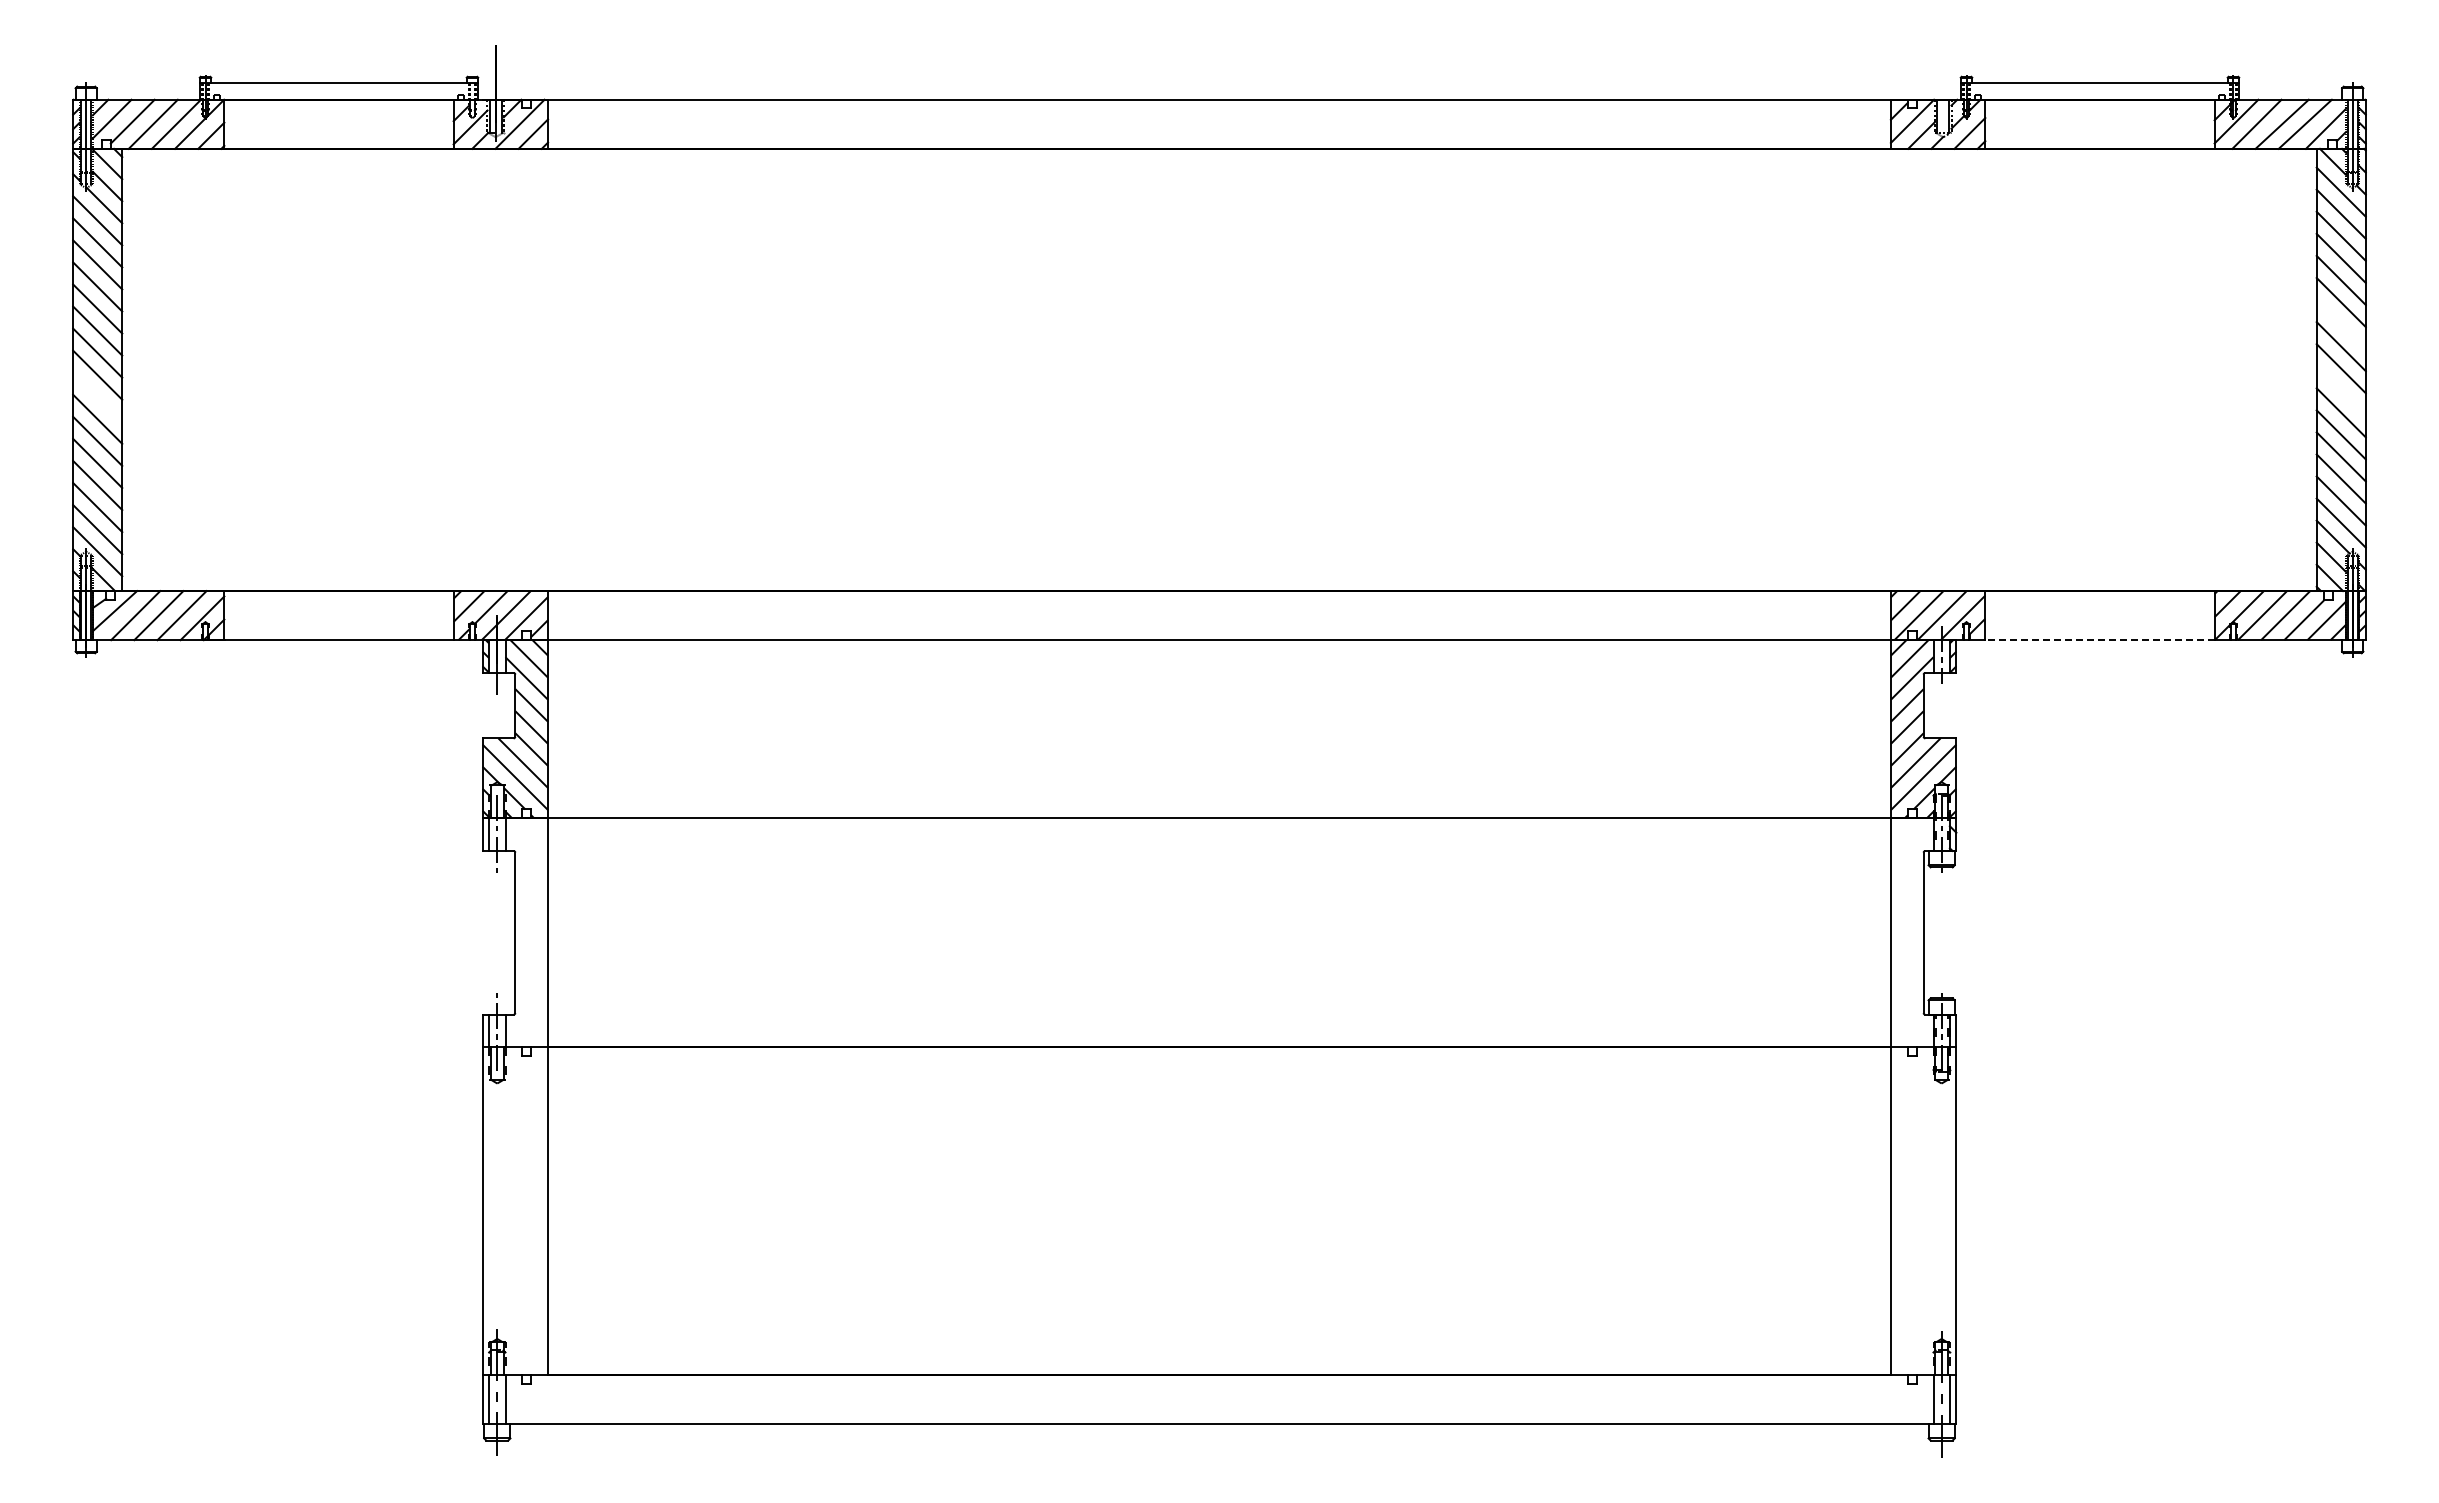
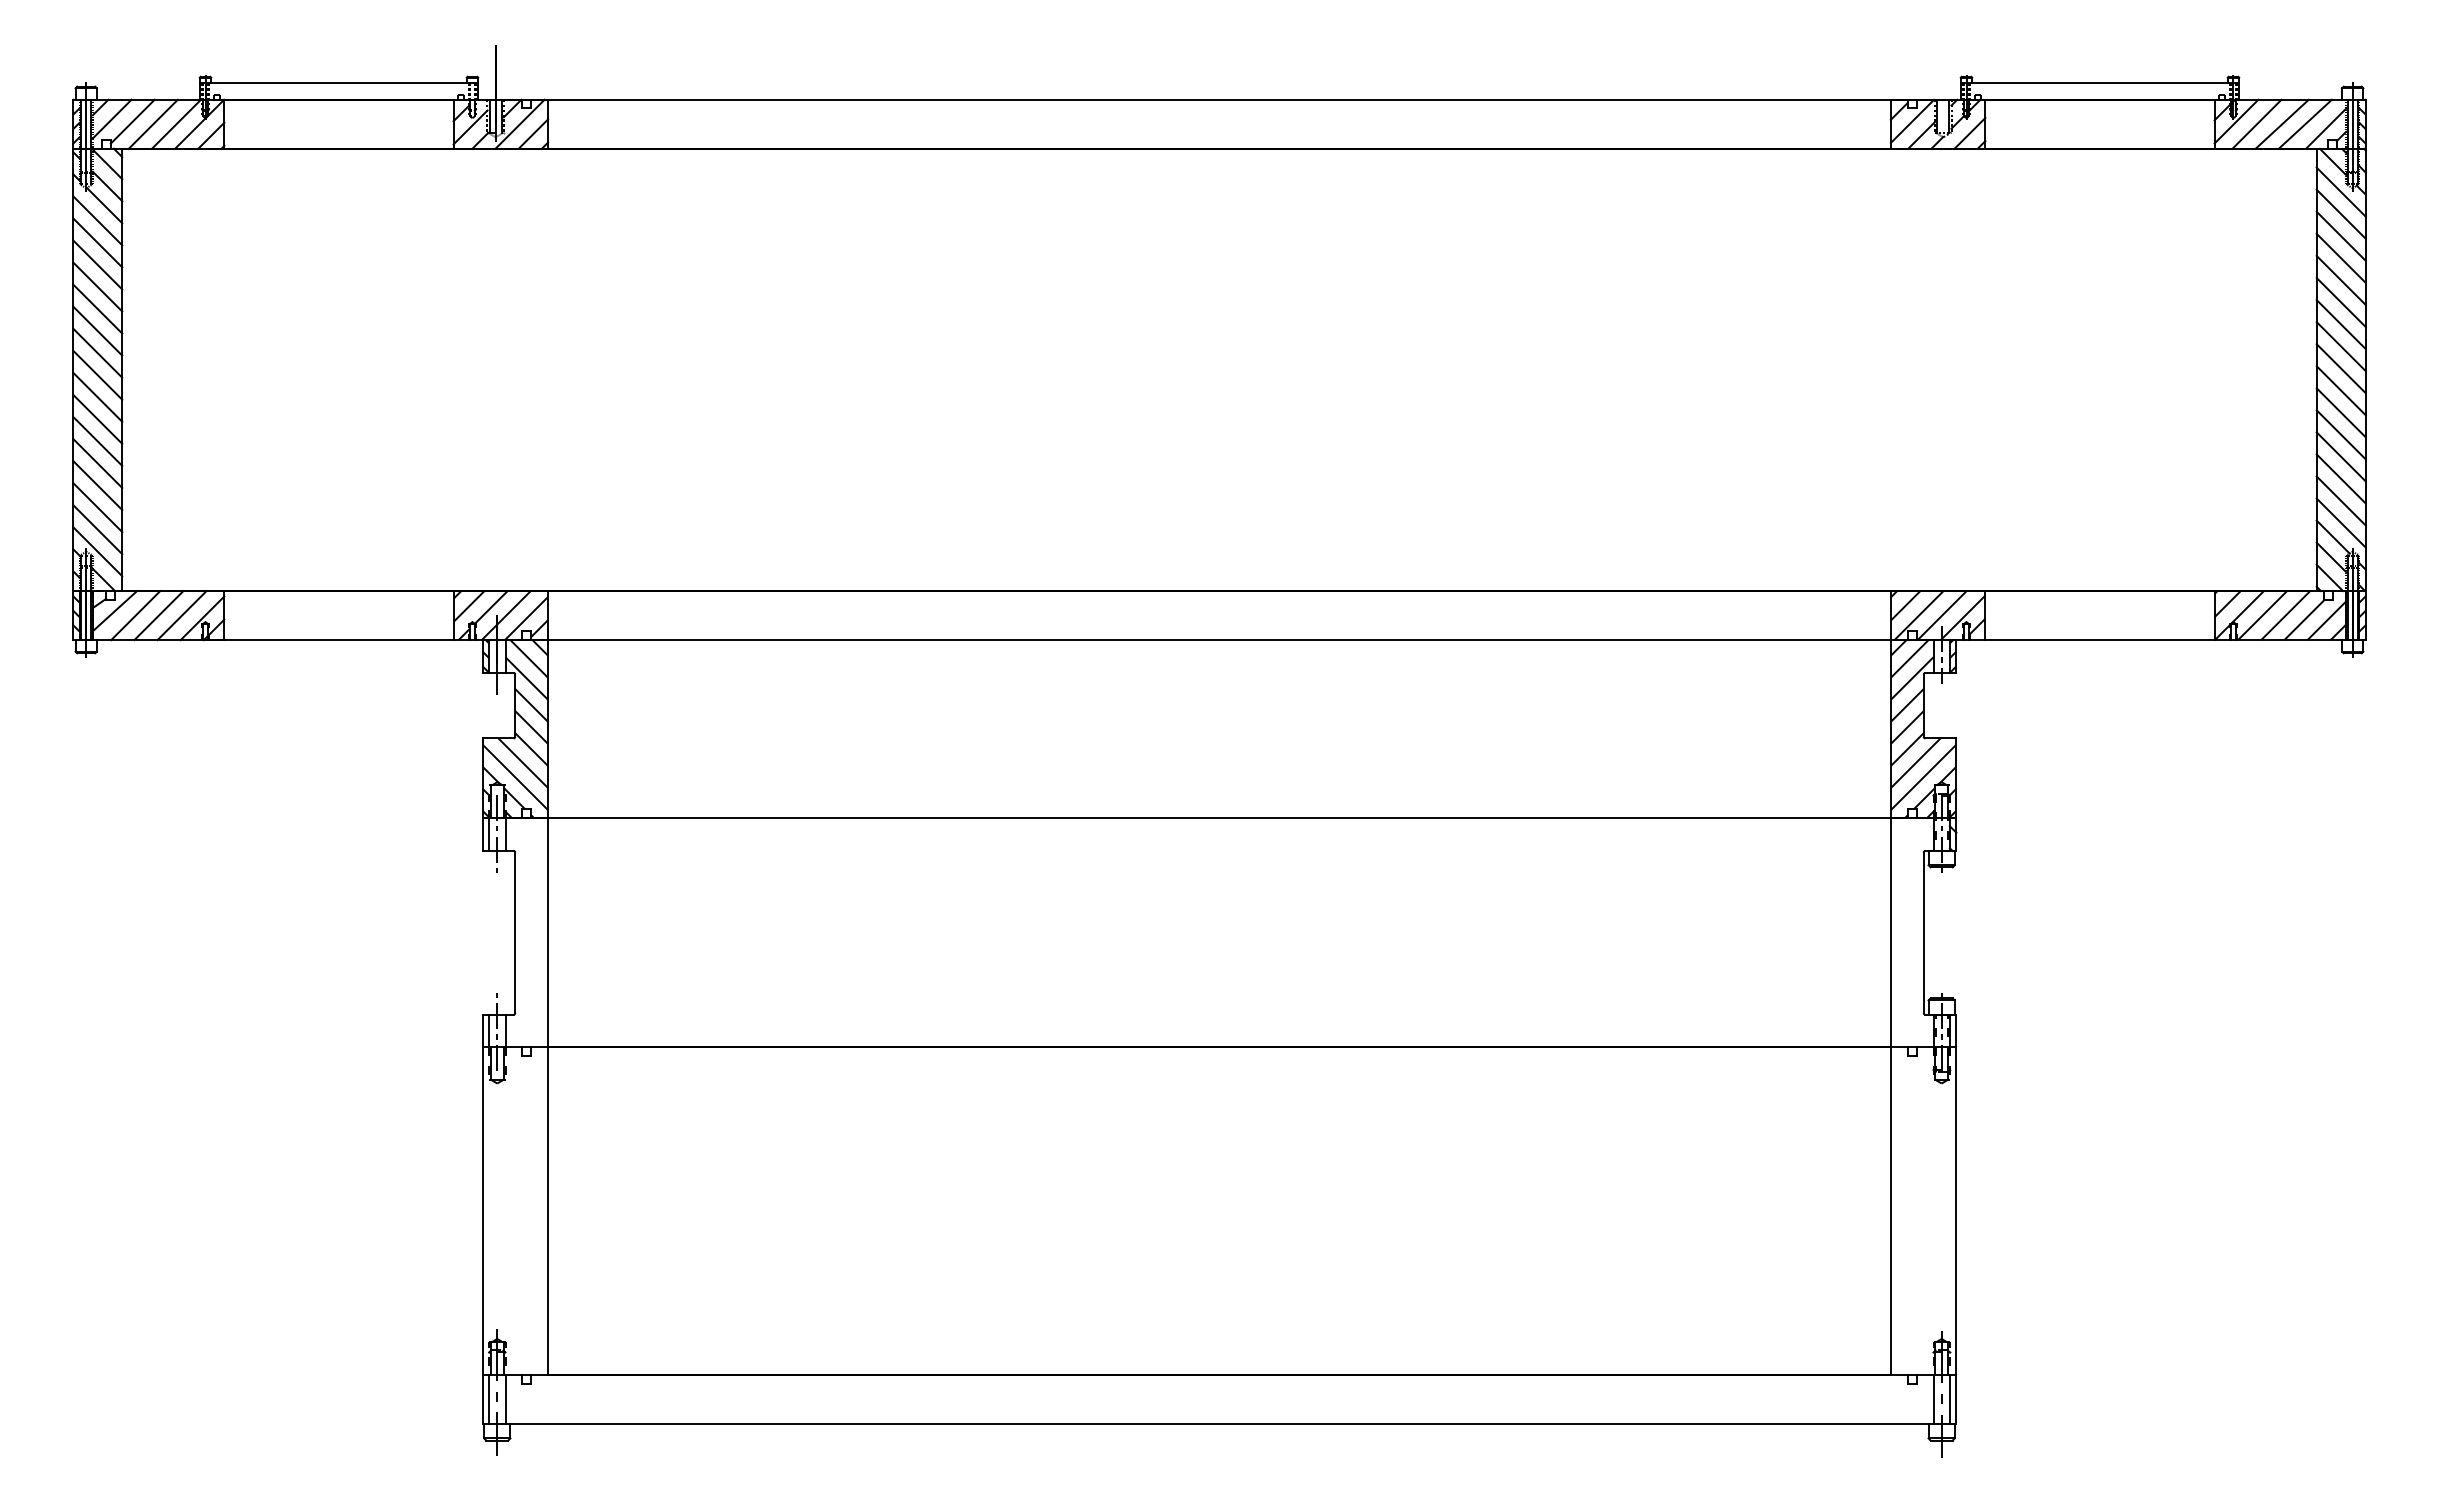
line at (2340, 324): none -> present
line at (2340, 390): none -> present
line at (97, 396): none -> present
line at (2099, 640): dashed -> solid
